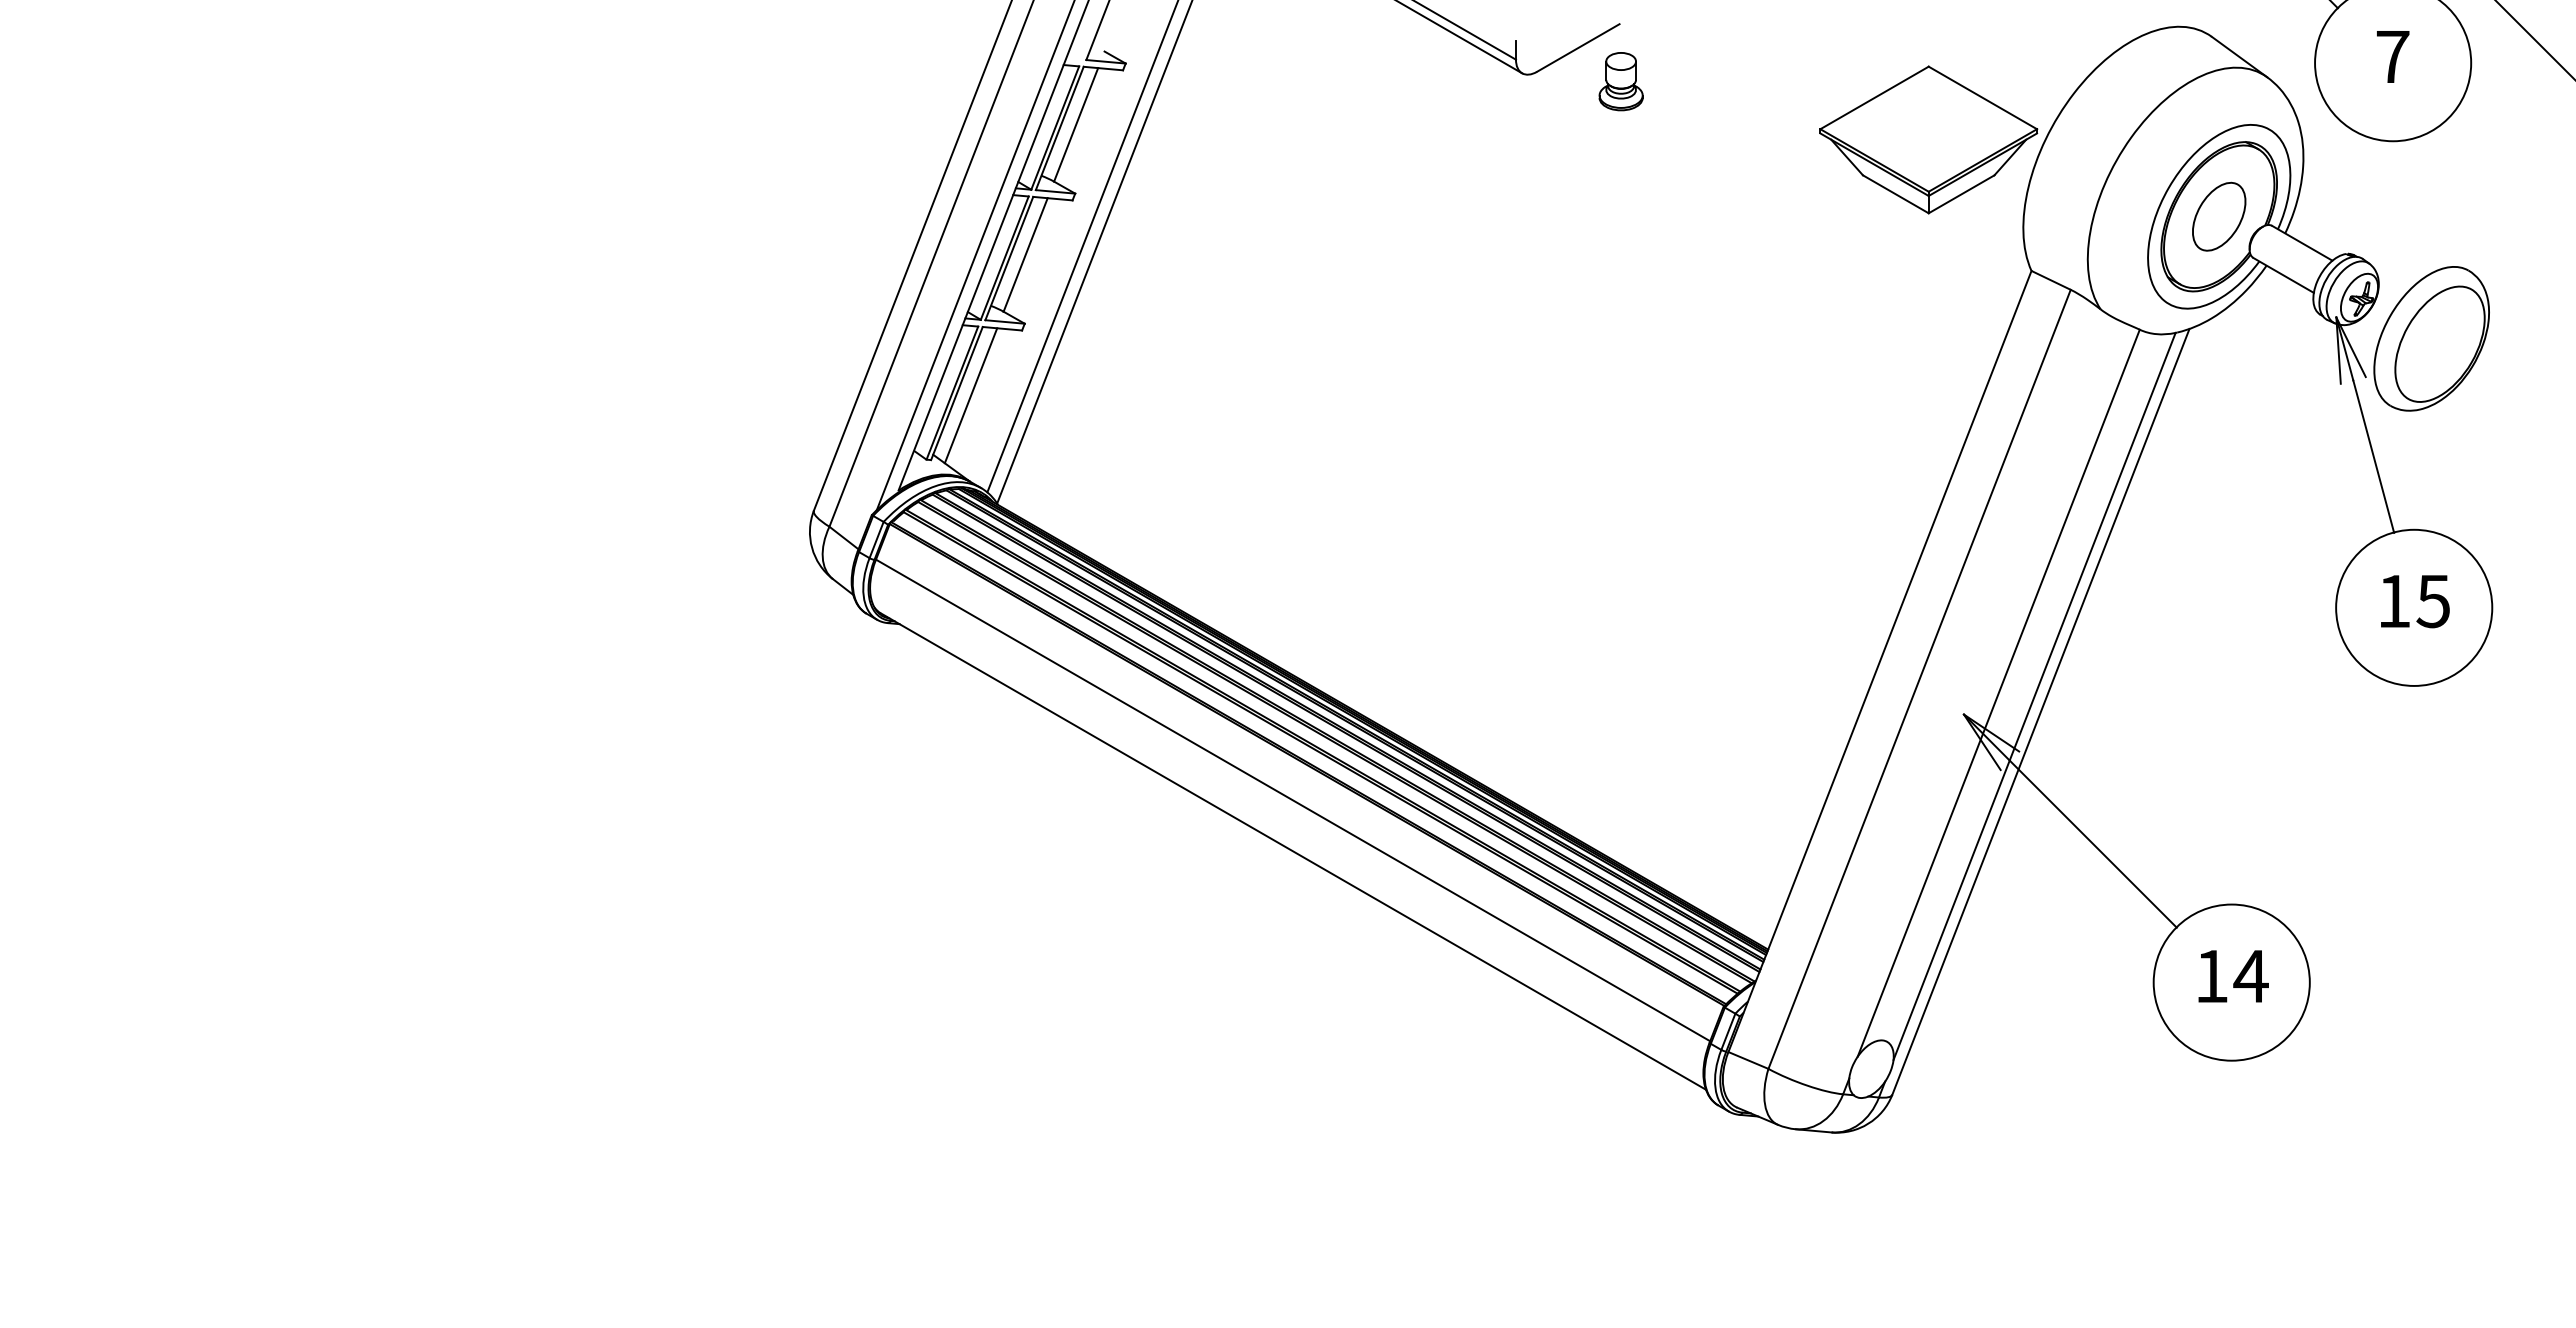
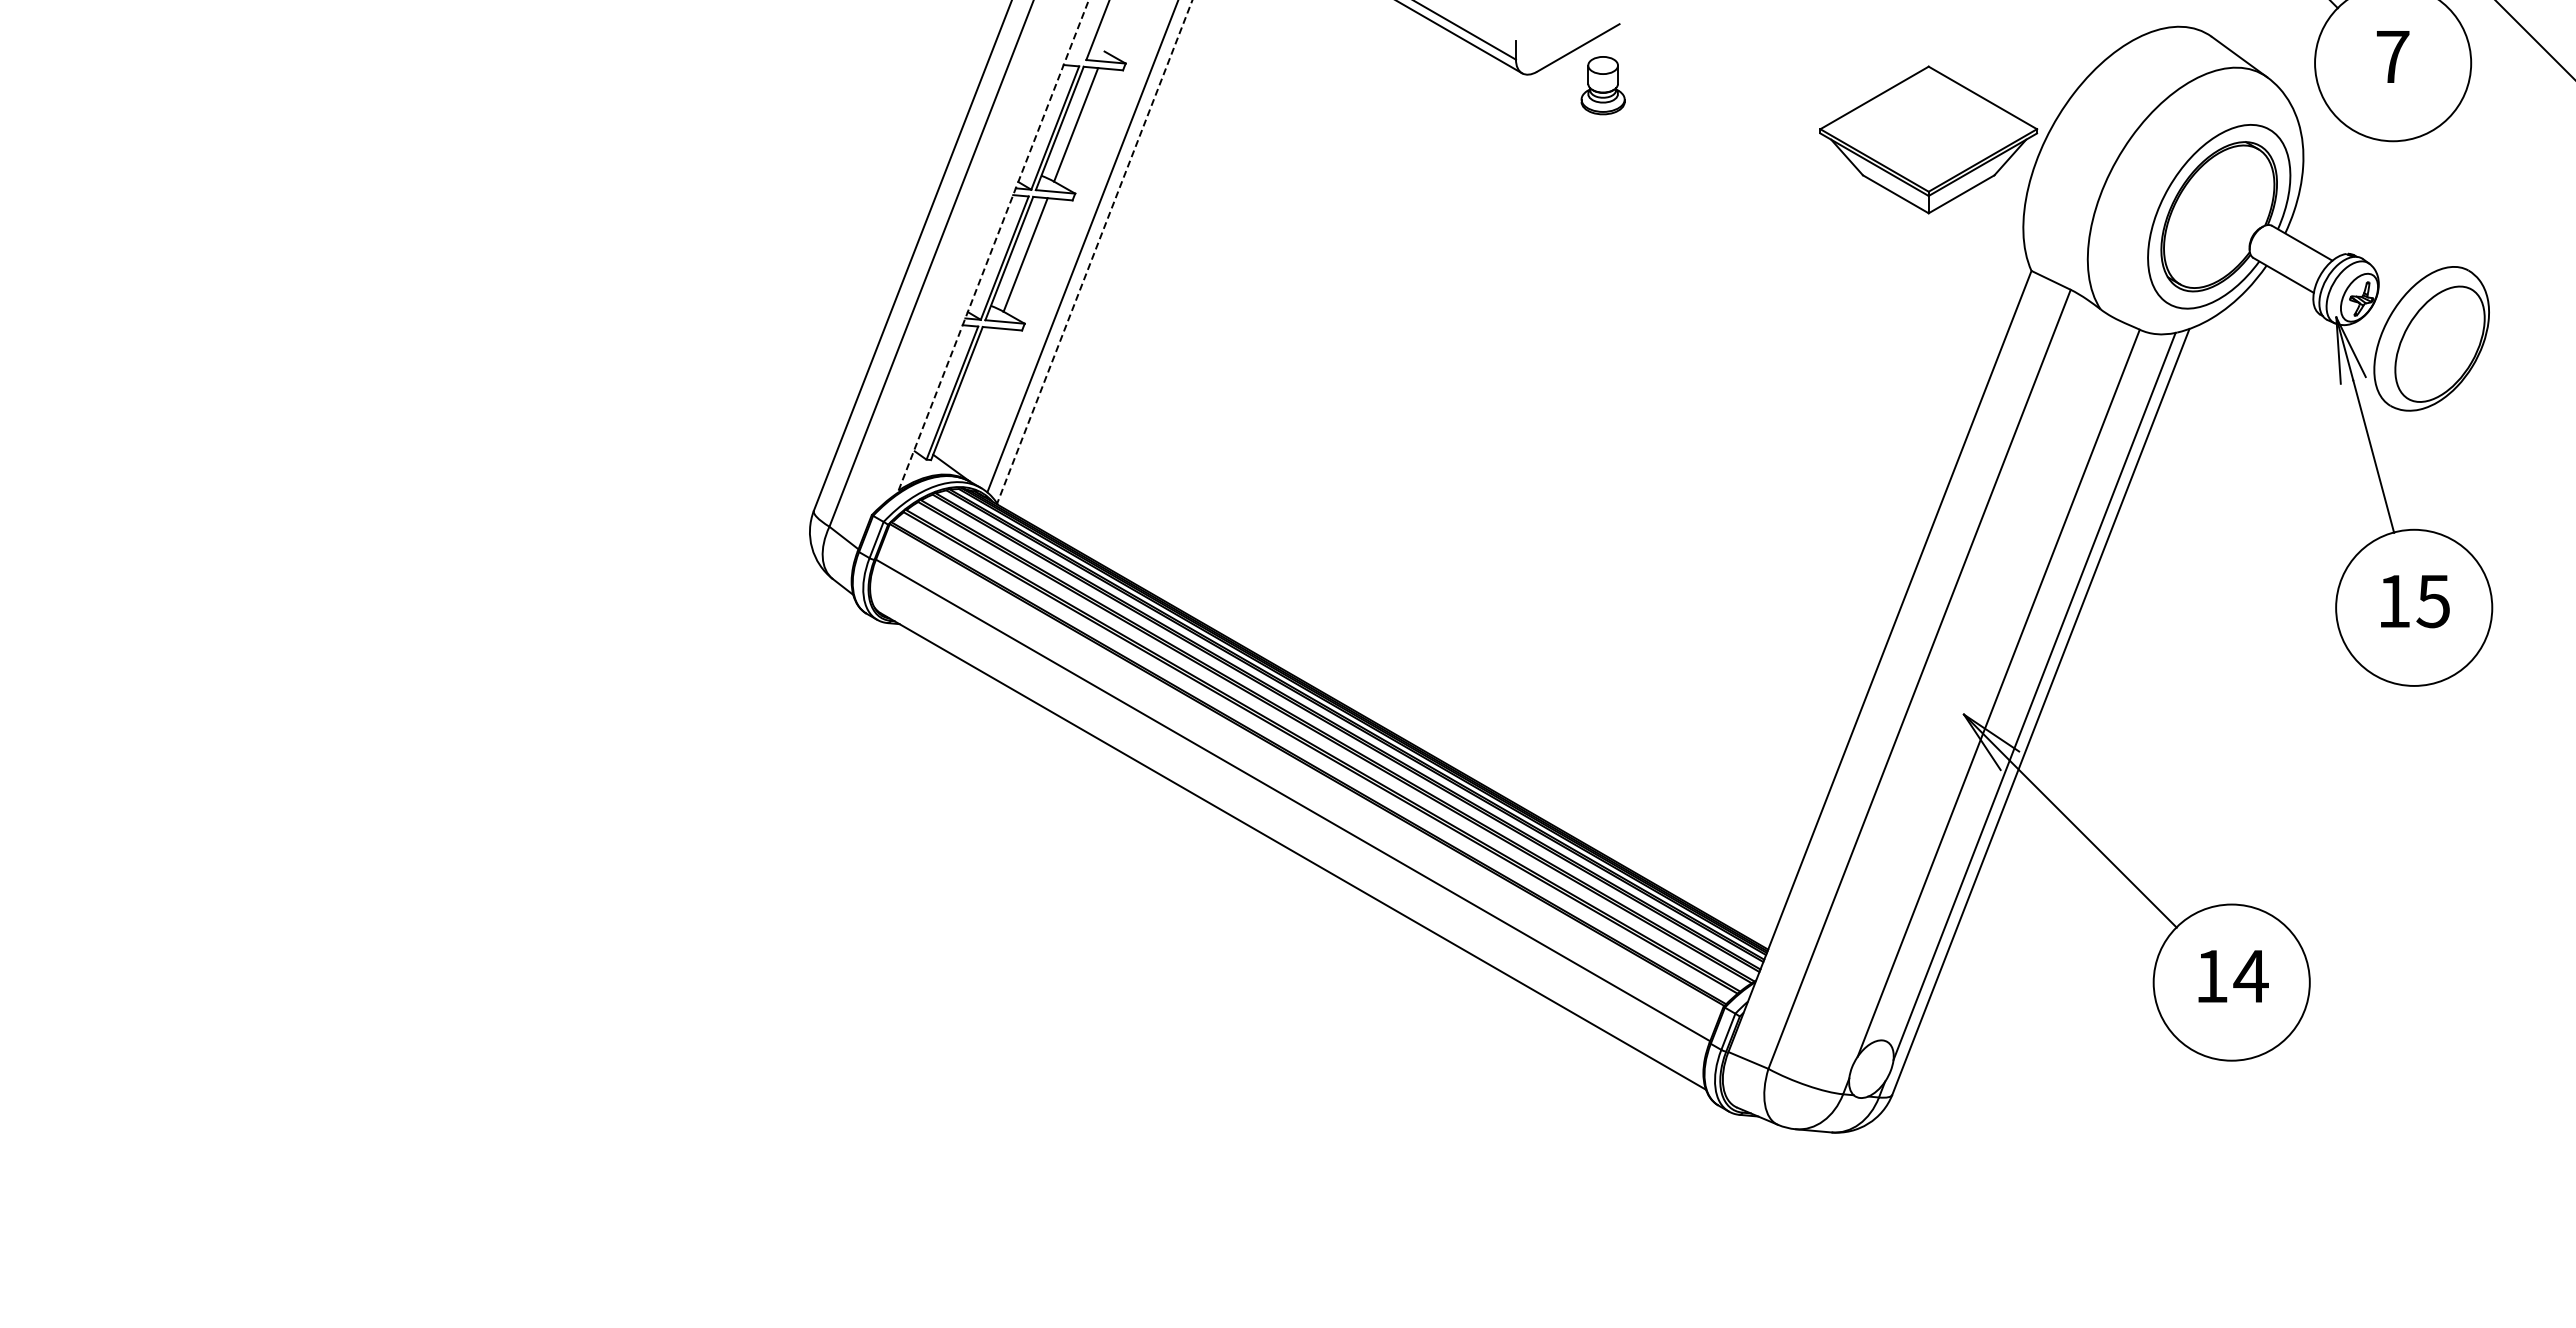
part at (1620, 81) position: (1620, 81) -> (1602, 85)
part at (2219, 216): present -> none
line at (993, 245): solid -> dashed
line at (1094, 251): solid -> dashed
line at (974, 256): present -> none
line at (970, 395): present -> none
